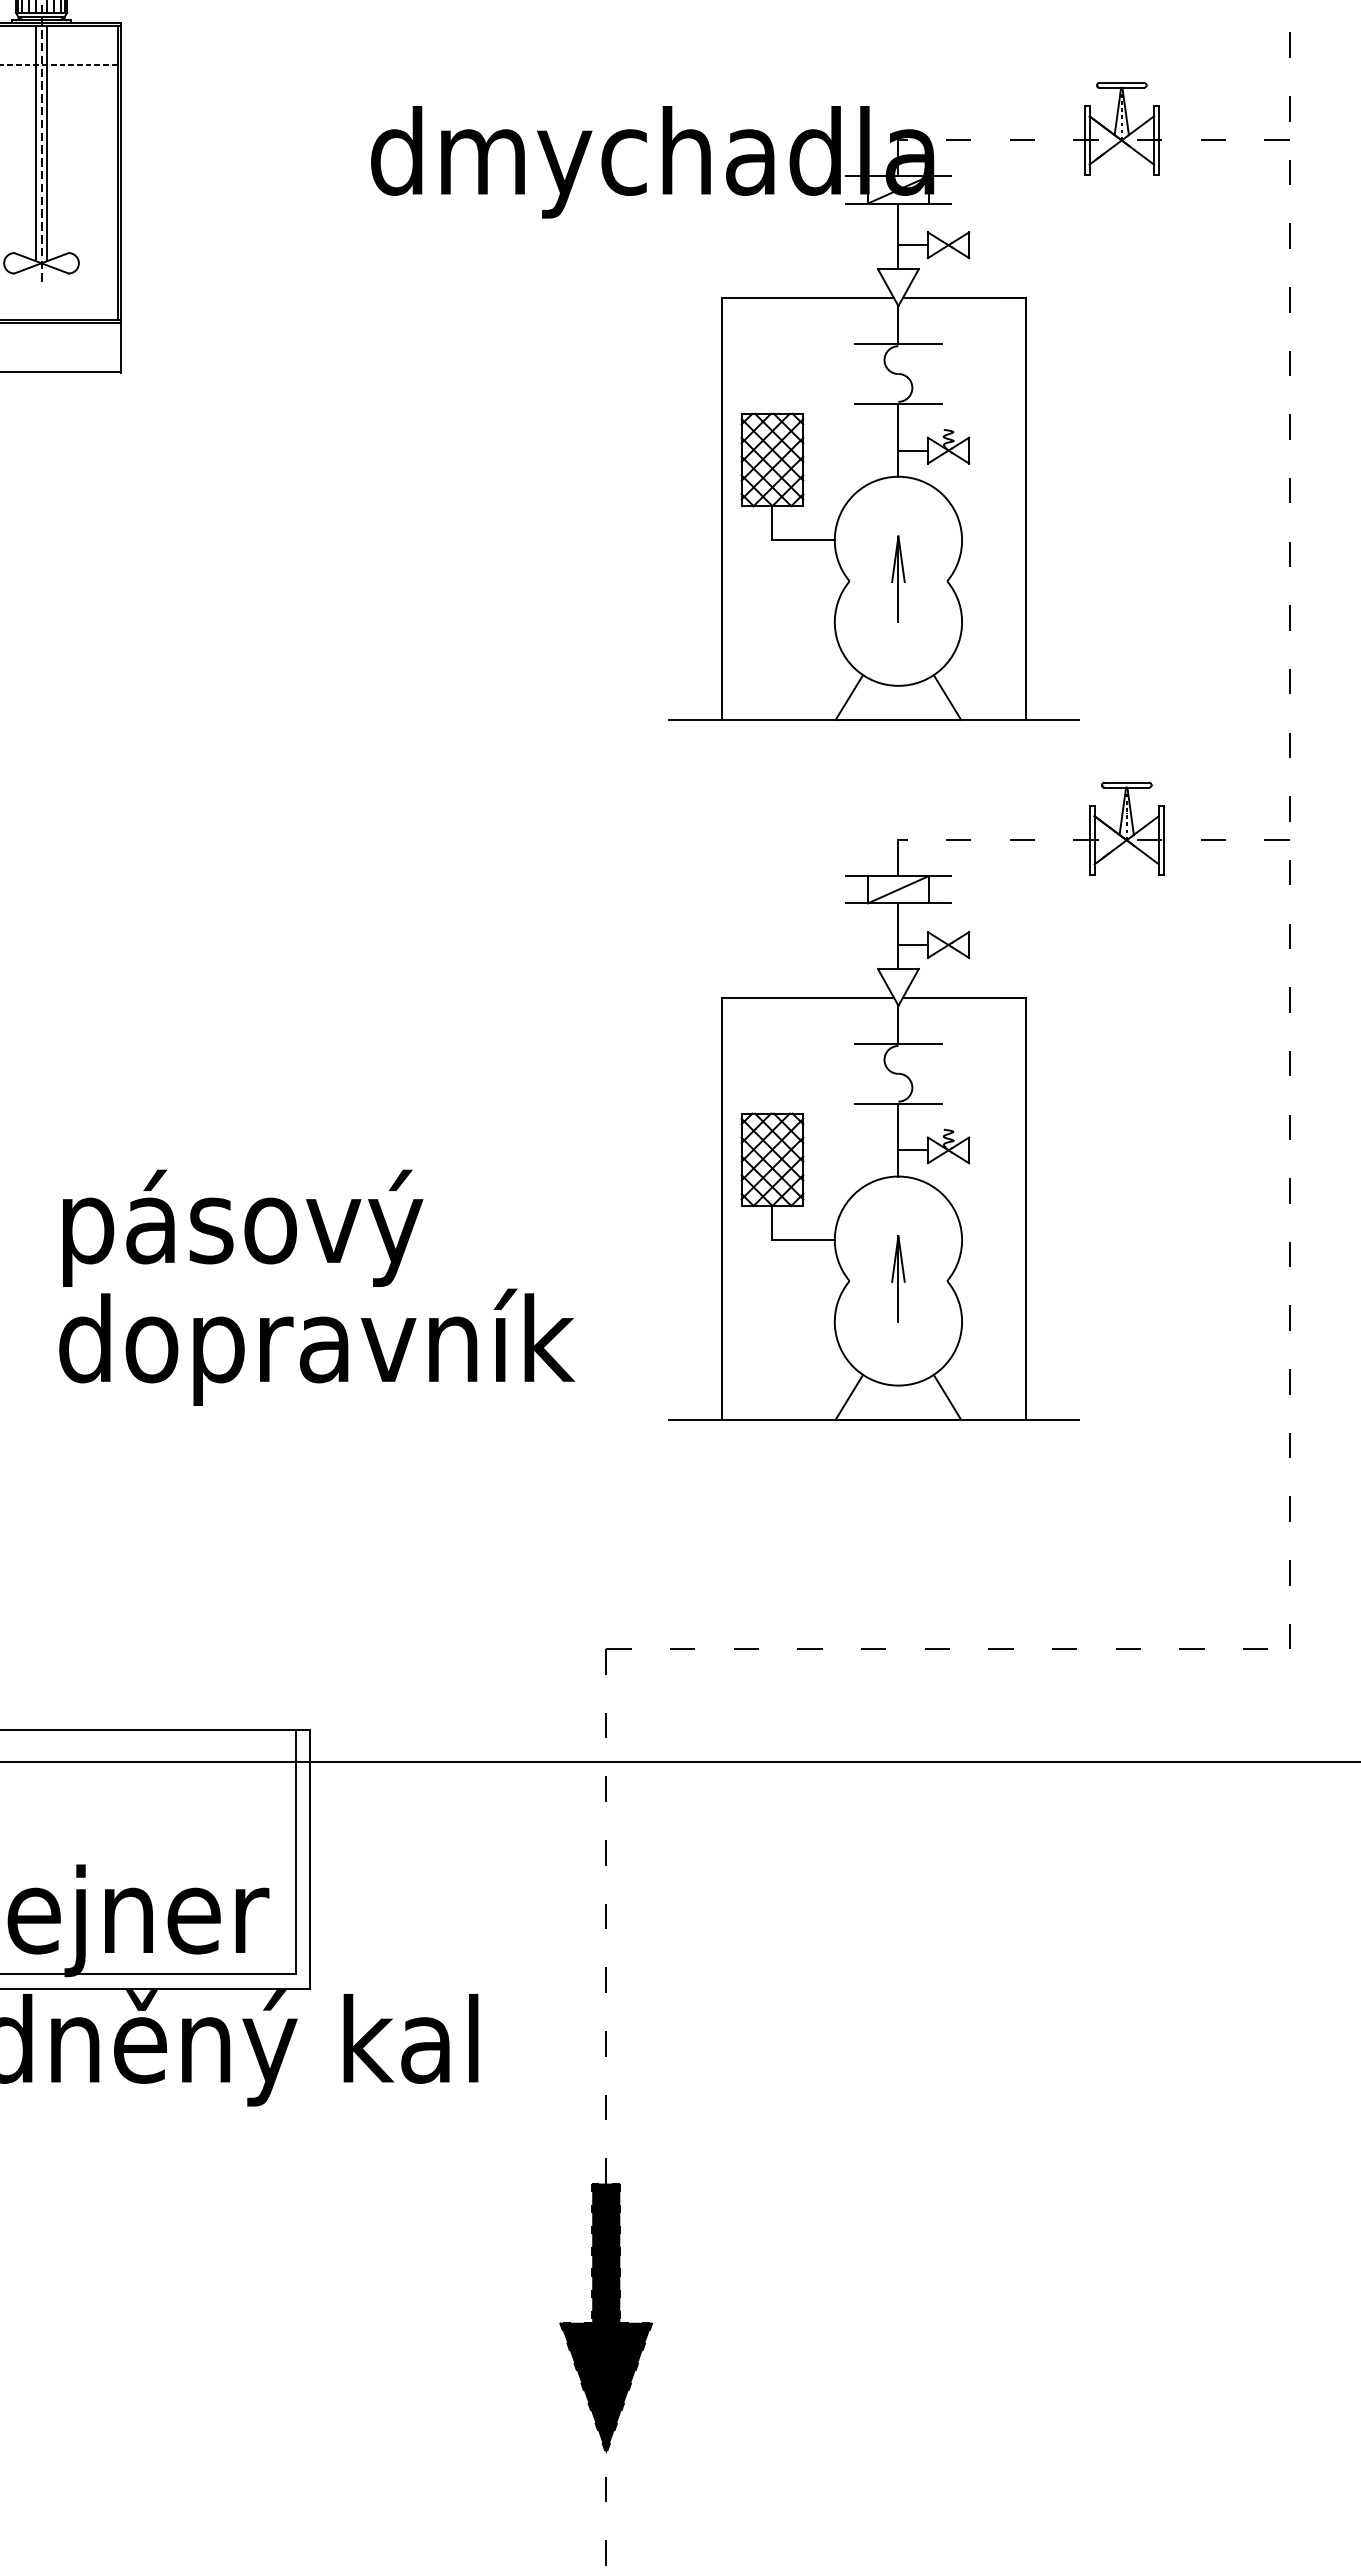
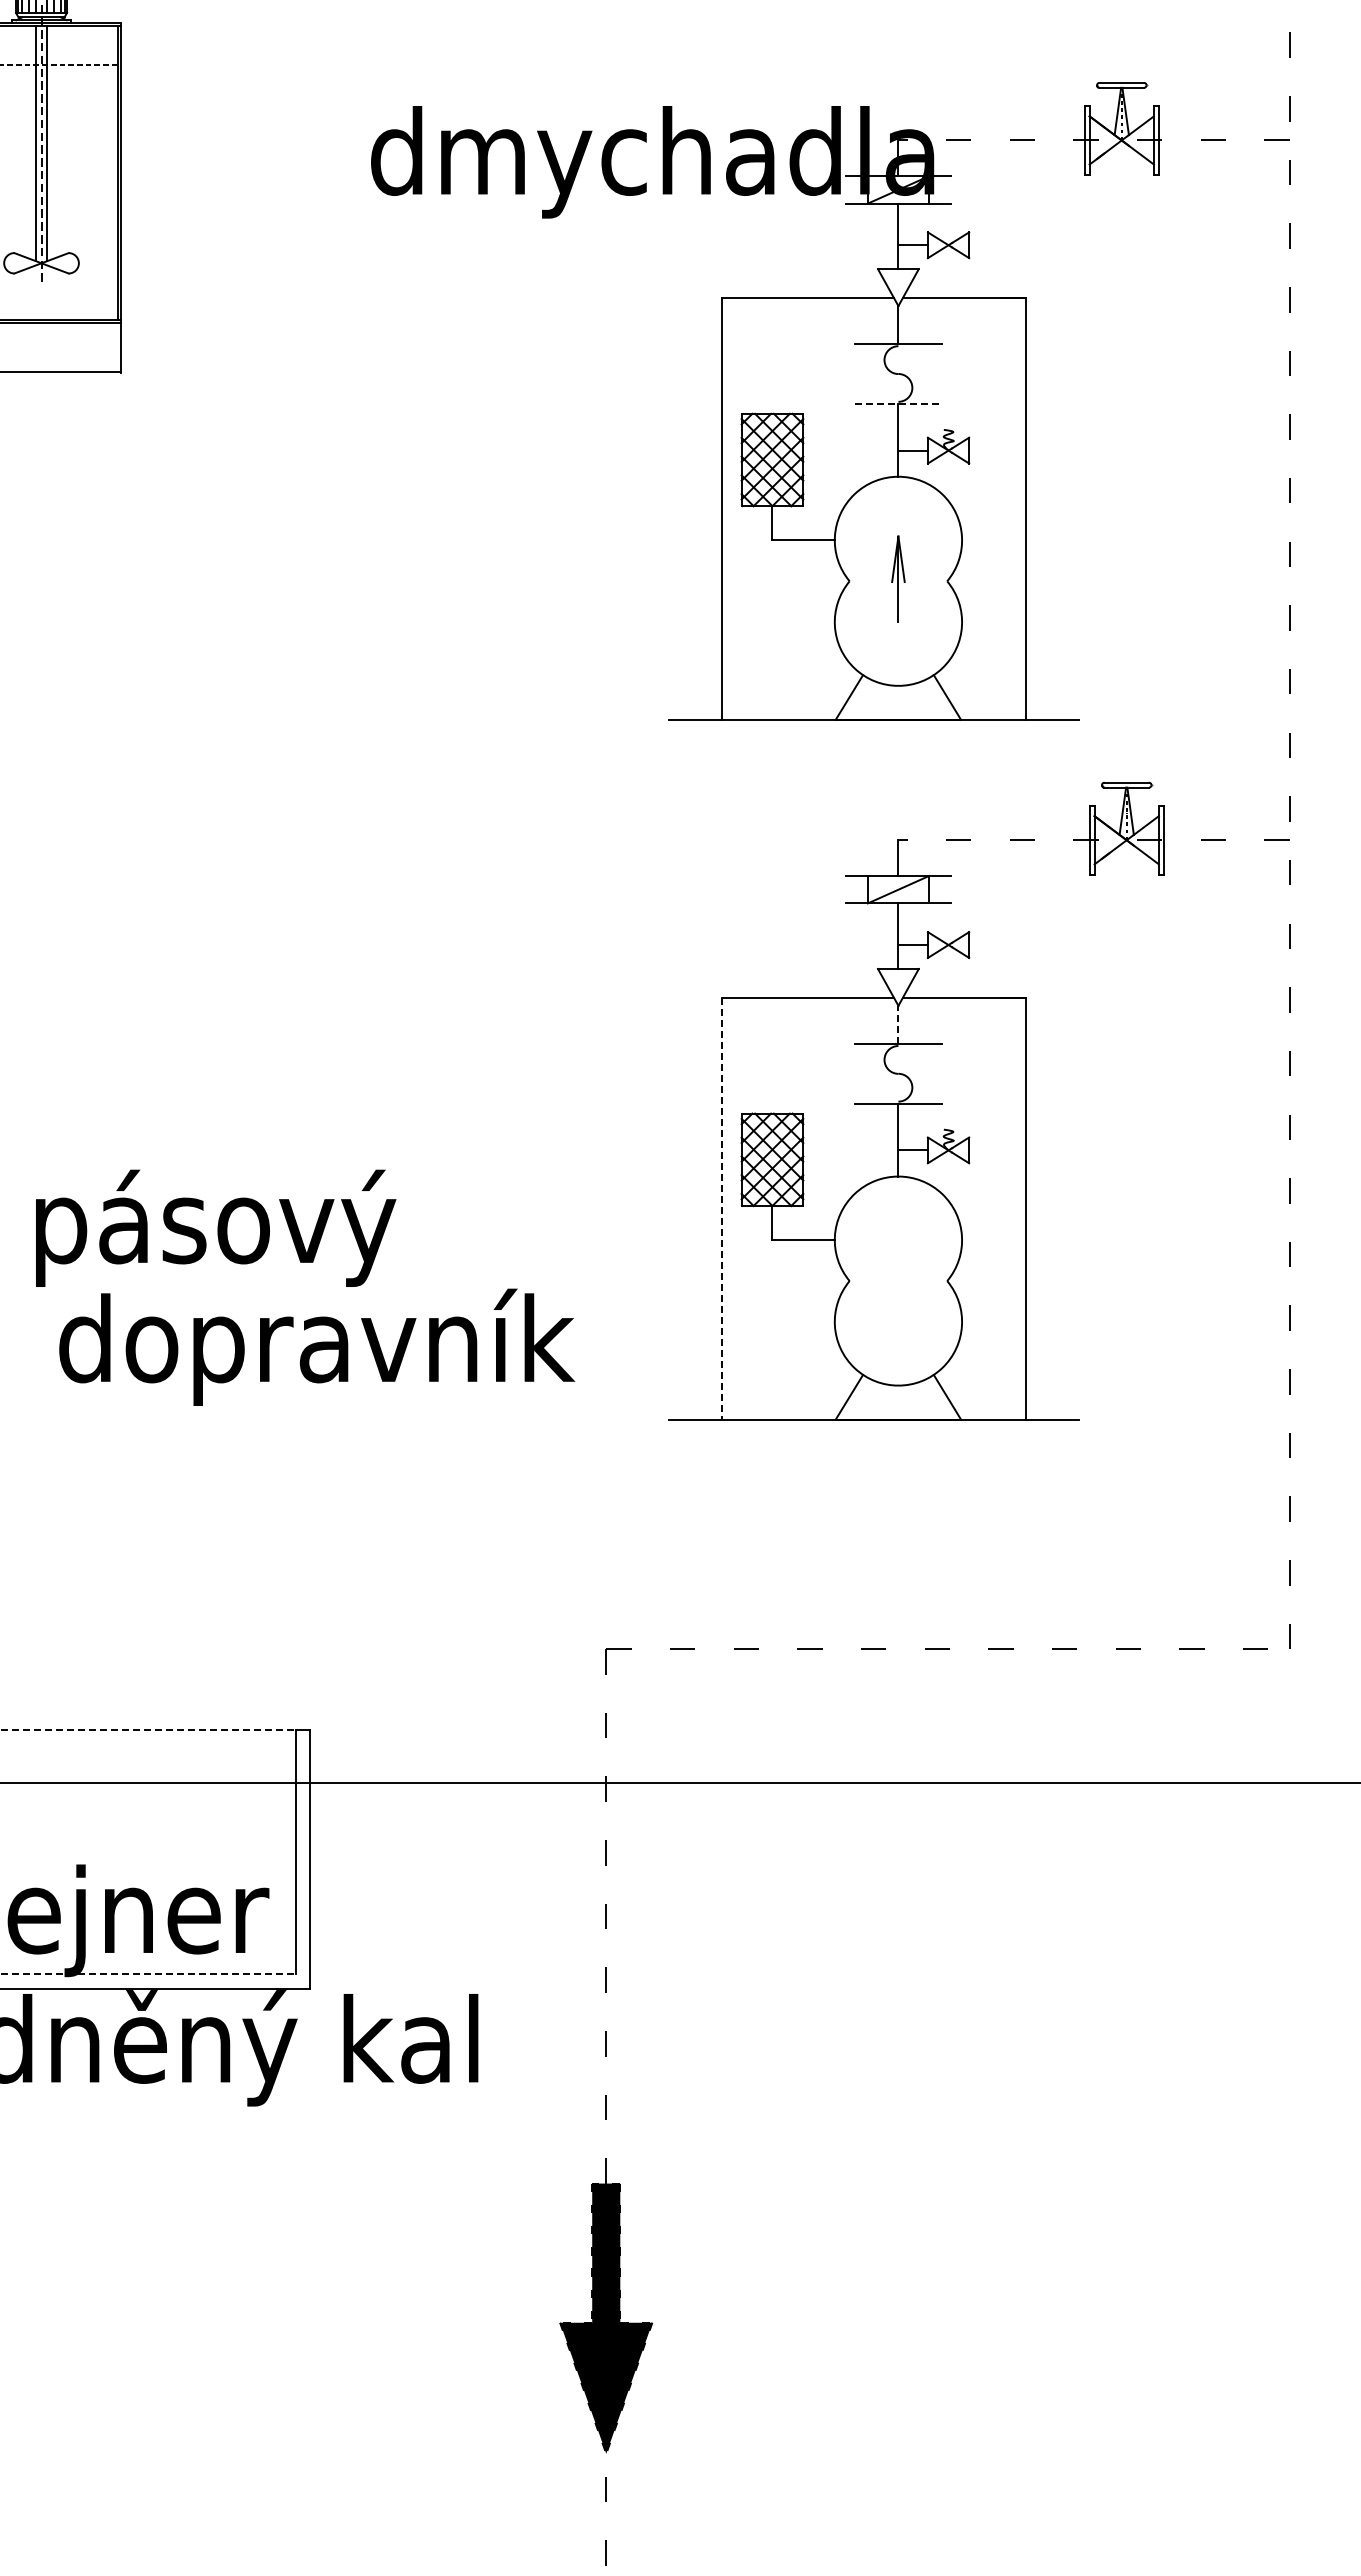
line at (898, 404): solid -> dashed
line at (898, 1024): solid -> dashed
line at (721, 1208): solid -> dashed
text at (243, 1227) position: (243, 1227) -> (216, 1227)
part at (898, 1278): present -> none
line at (148, 1729): solid -> dashed
line at (679, 1761) position: (679, 1761) -> (679, 1782)
line at (148, 1974): solid -> dashed
